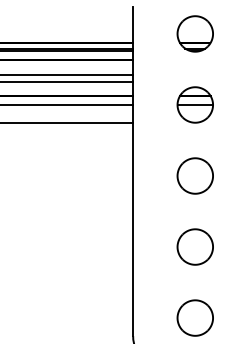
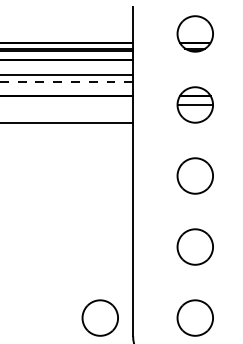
line at (66, 82): solid -> dashed
line at (67, 105): present -> none
part at (99, 317): none -> present
